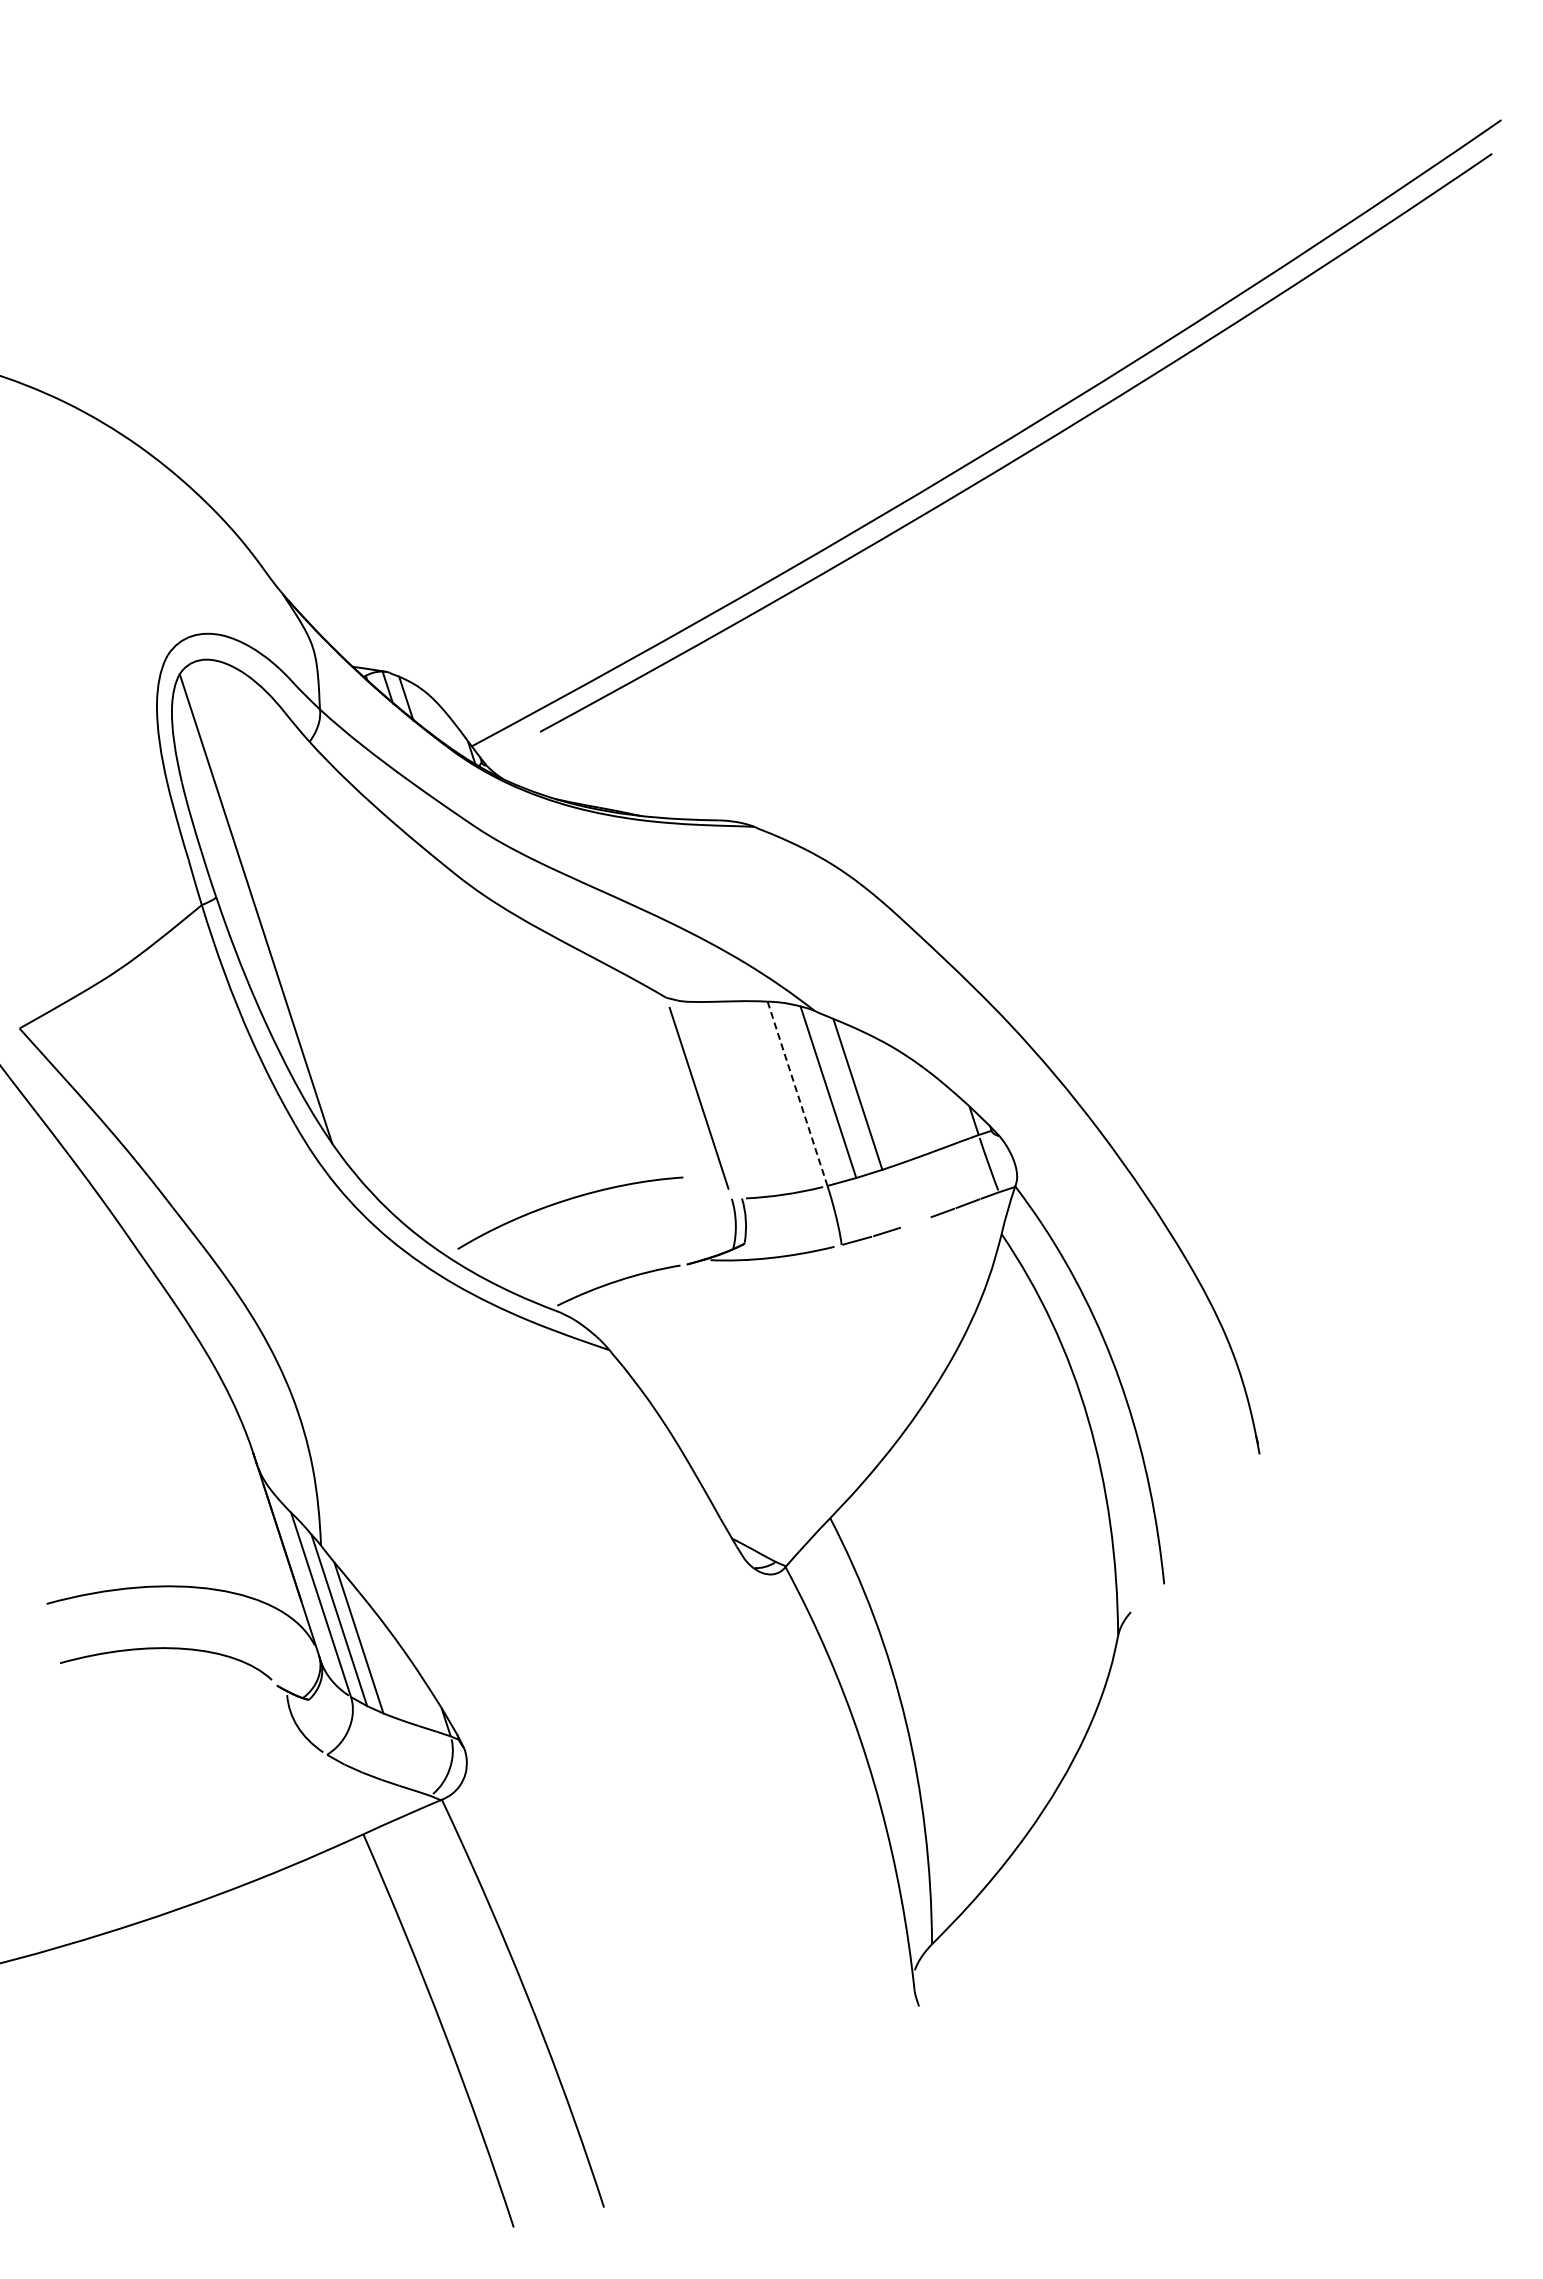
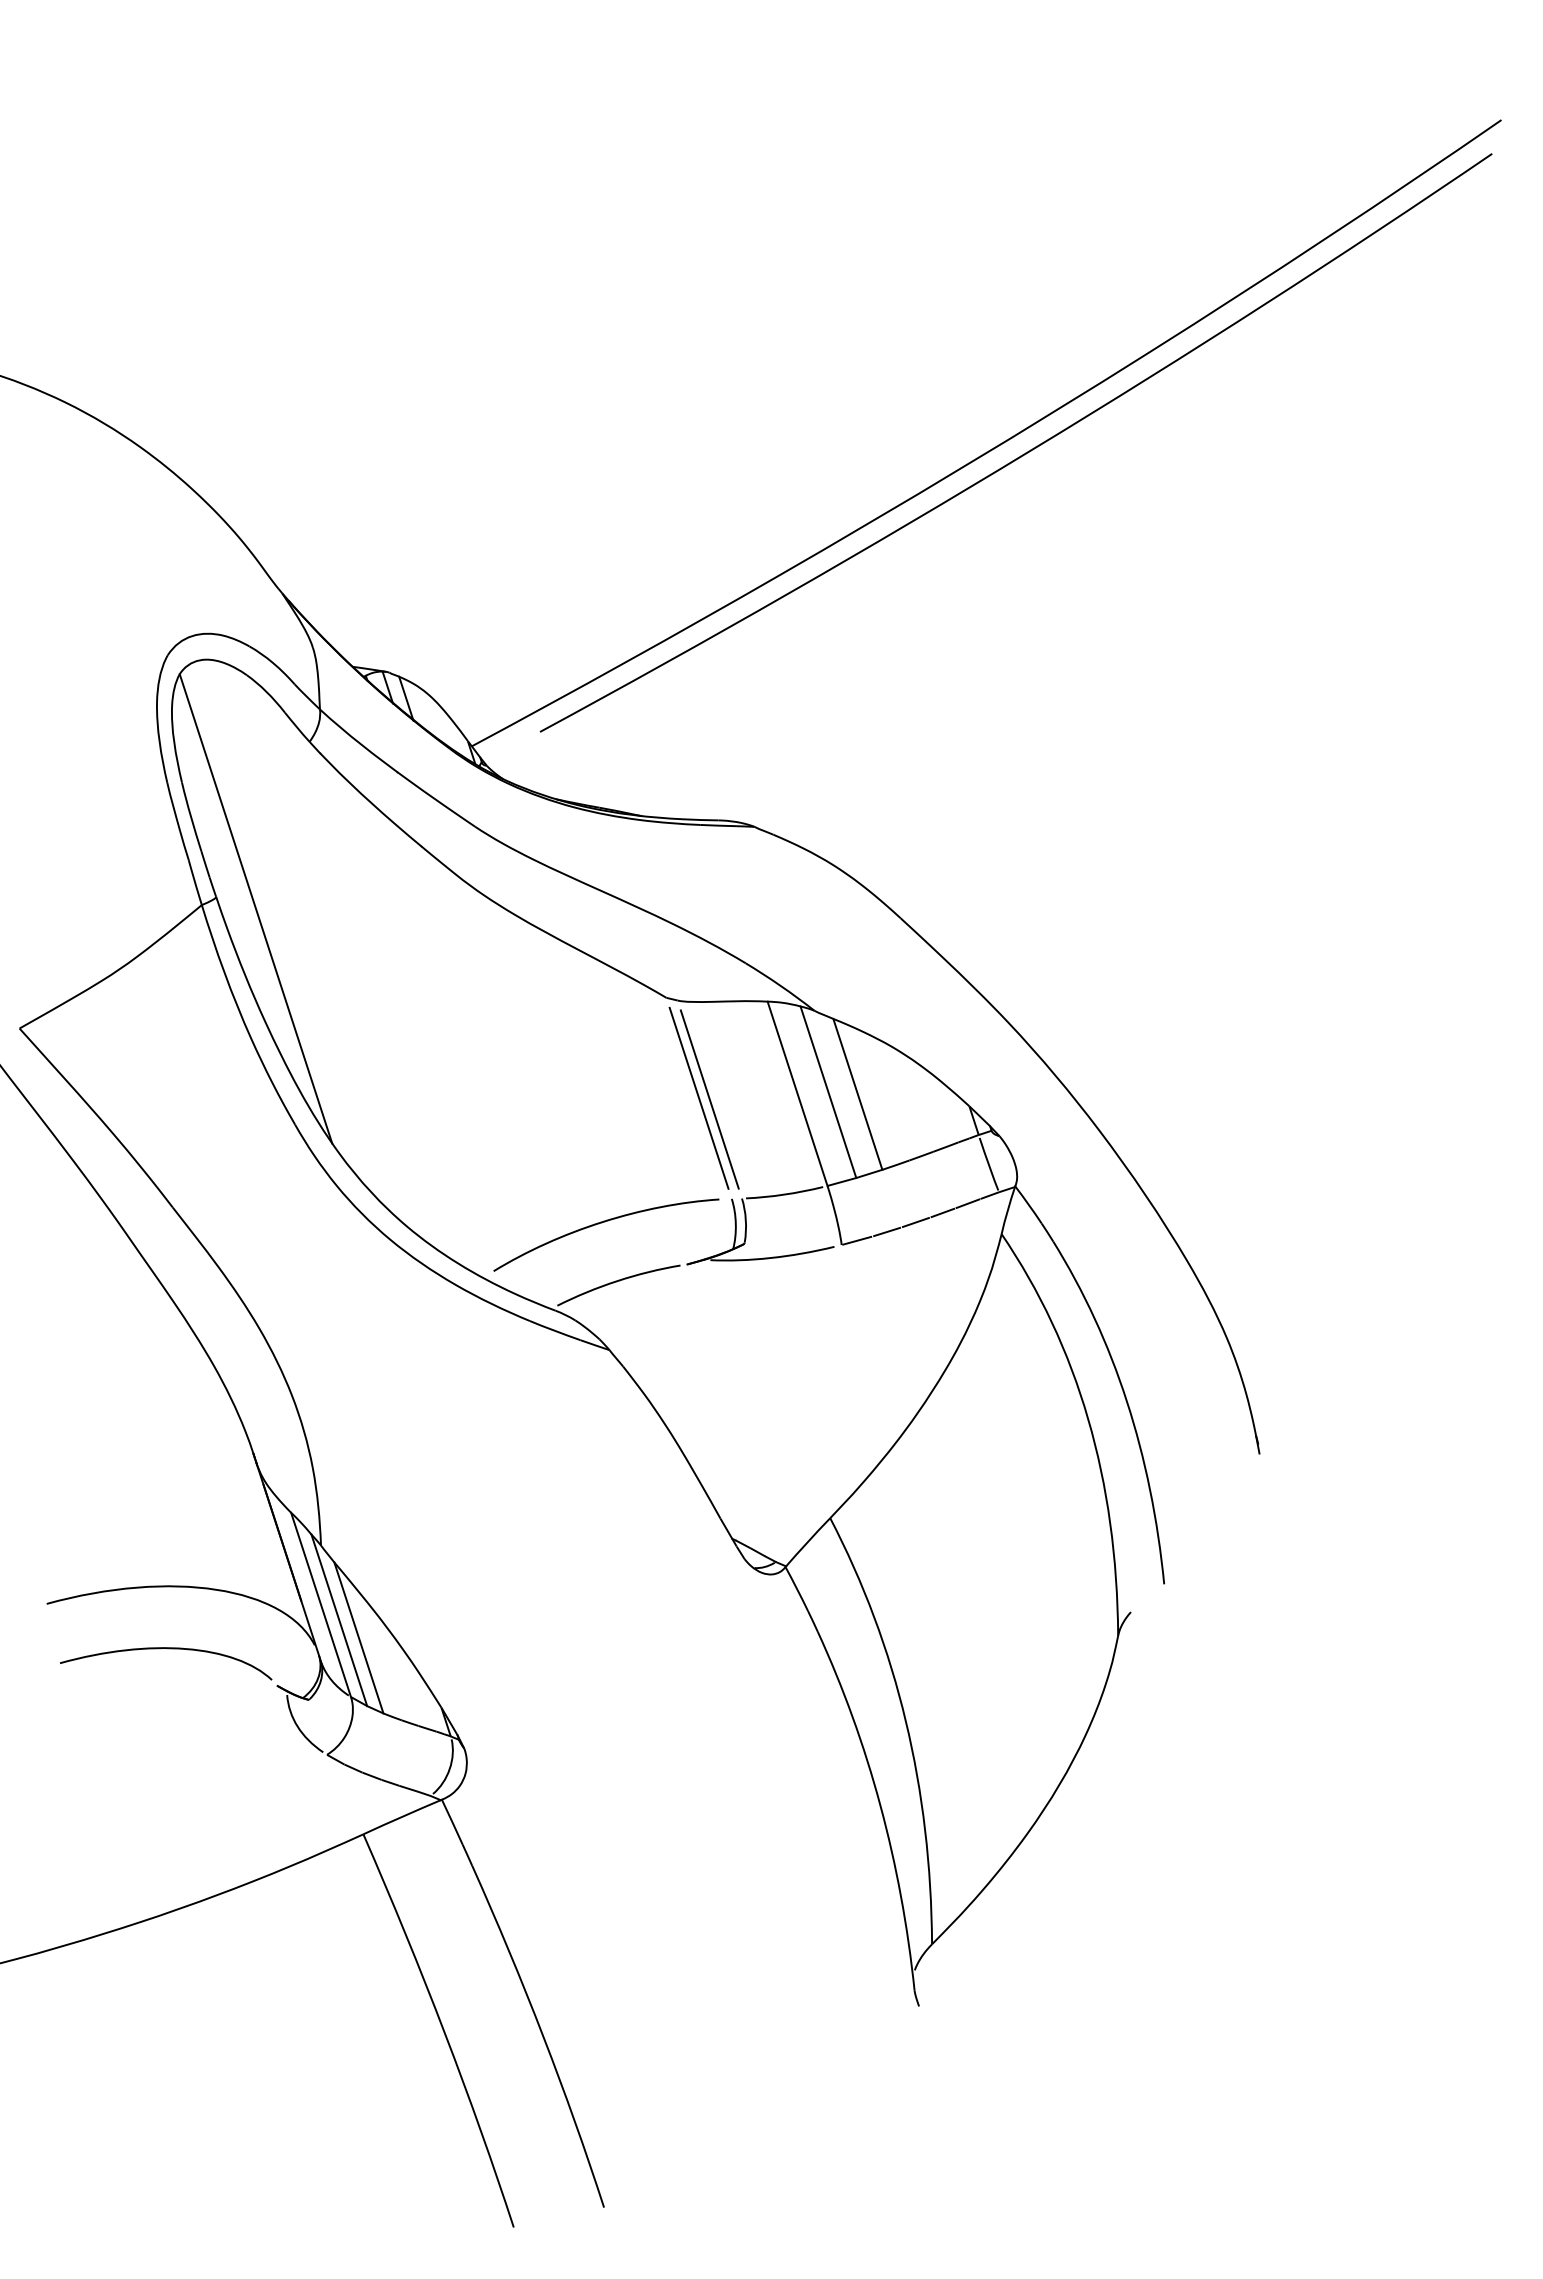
line at (797, 1093): dashed -> solid
line at (709, 1099): none -> present
curve at (566, 1201) position: (566, 1201) -> (602, 1223)
line at (915, 1222): none -> present
